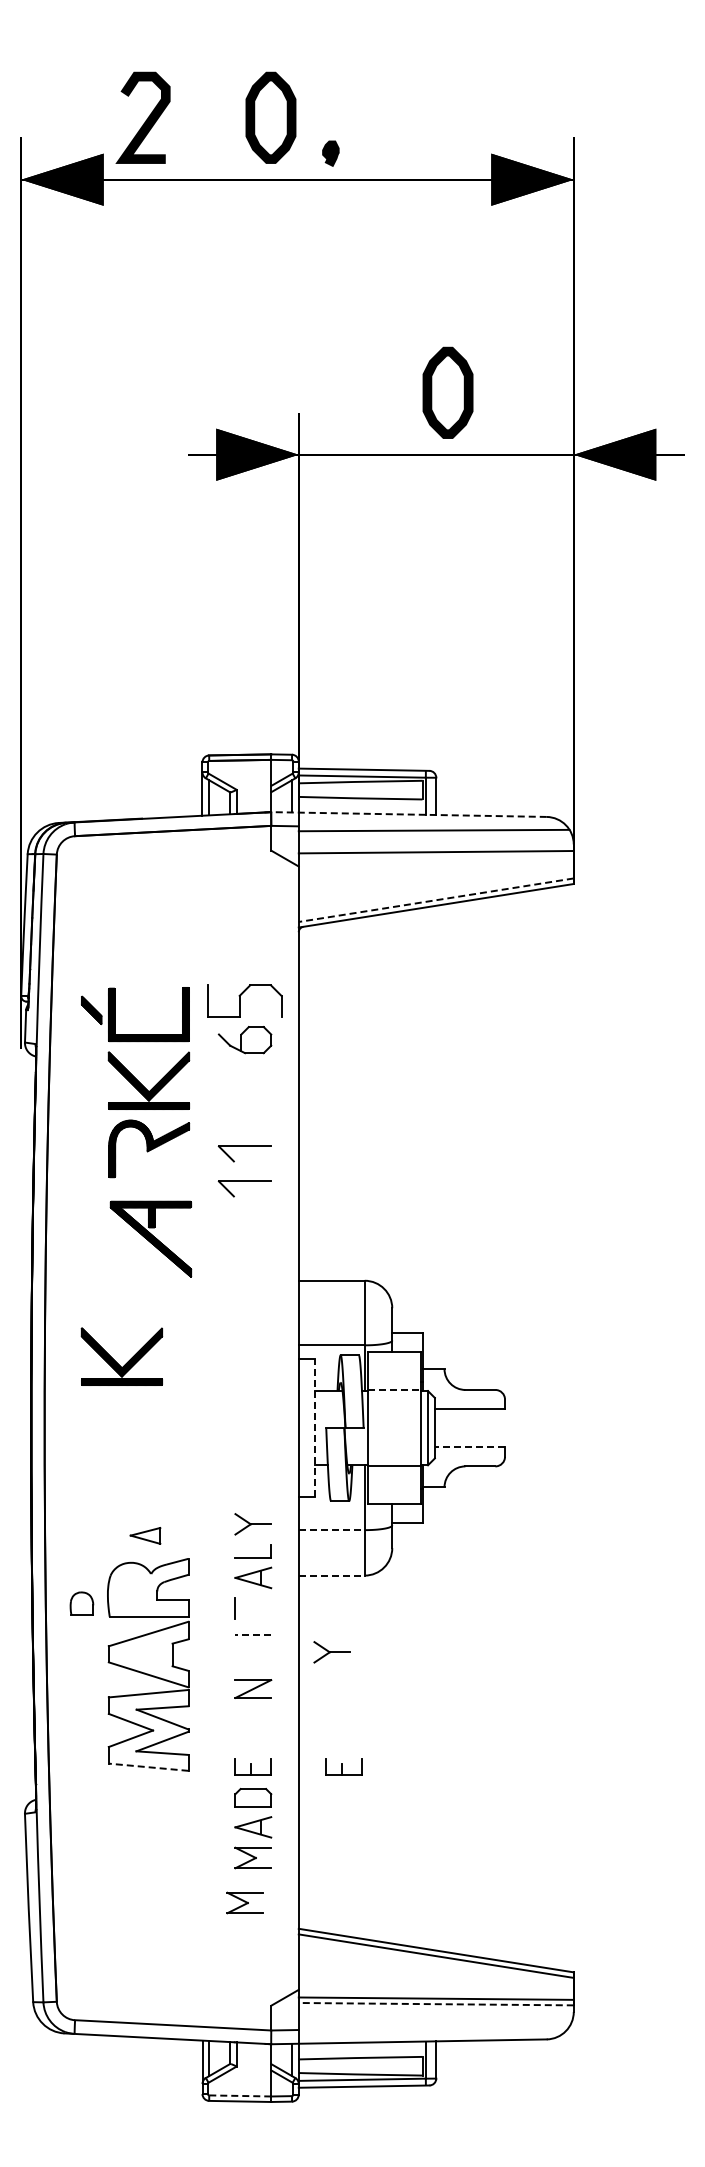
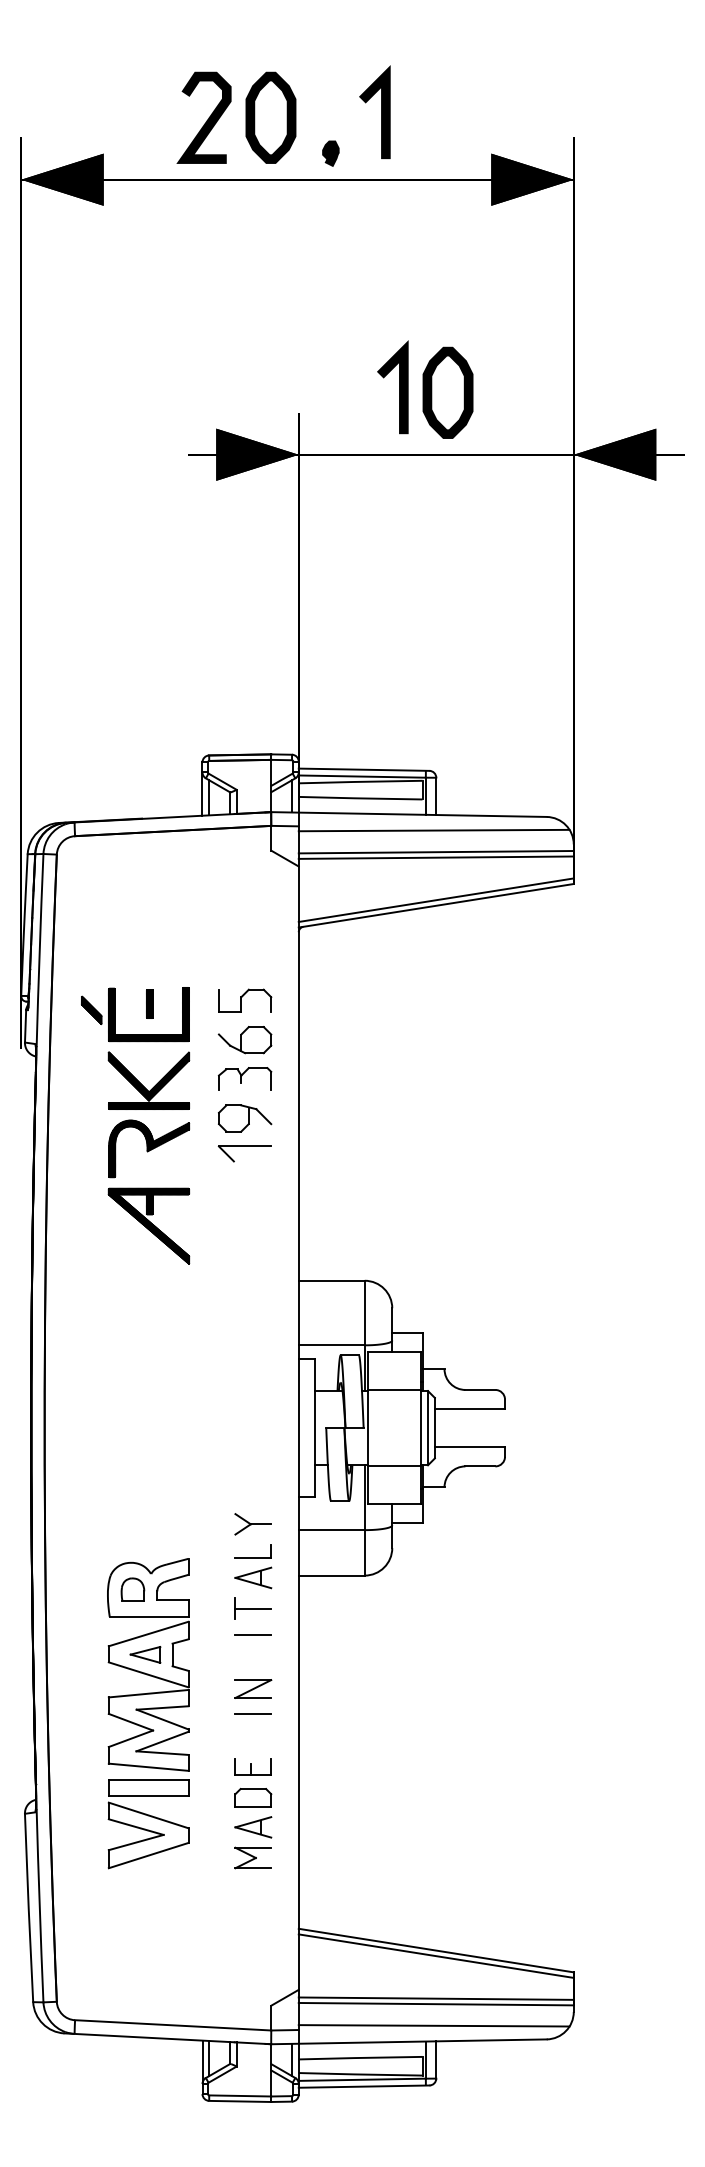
line at (381, 112): none -> present
curve at (145, 120) position: (145, 120) -> (206, 120)
line at (399, 387): none -> present
line at (409, 814): dashed -> solid
line at (435, 857): none -> present
line at (435, 900): dashed -> solid
part at (244, 1000) size: 76x34 px -> 55x25 px
part at (149, 1003): none -> present
part at (244, 1078): none -> present
part at (245, 1118): none -> present
part at (244, 1181): present -> none
part at (150, 1238) position: (150, 1238) -> (148, 1225)
part at (116, 1361): present -> none
line at (394, 1390): dashed -> solid
line at (315, 1428): dashed -> solid
line at (469, 1447): dashed -> solid
line at (332, 1530): dashed -> solid
part at (145, 1535) position: (145, 1535) -> (145, 1654)
line at (332, 1575): dashed -> solid
part at (81, 1603) position: (81, 1603) -> (132, 1589)
line at (253, 1608): none -> present
line at (253, 1634): dashed -> solid
part at (331, 1652): present -> none
line at (252, 1713): none -> present
part at (343, 1766): present -> none
line at (148, 1767): dashed -> solid
part at (148, 1824): none -> present
part at (244, 1902): present -> none
line at (436, 2004): dashed -> solid
line at (433, 2025): none -> present
line at (239, 2095): dashed -> solid
